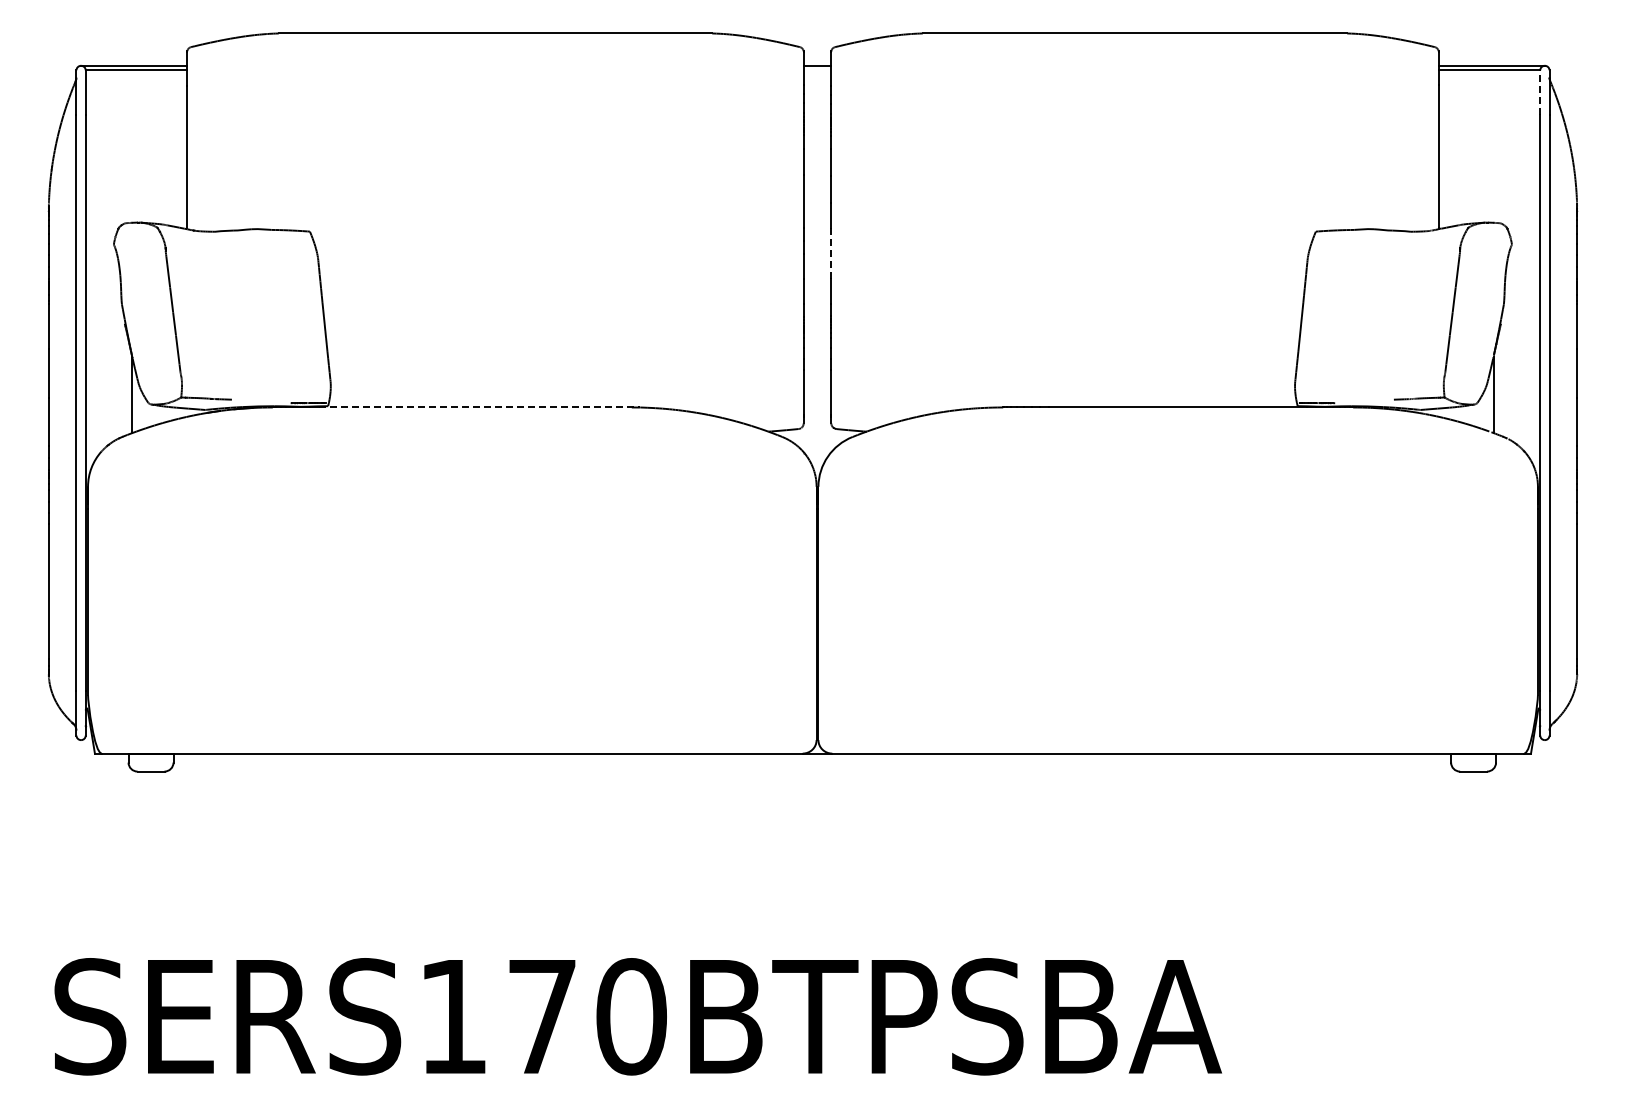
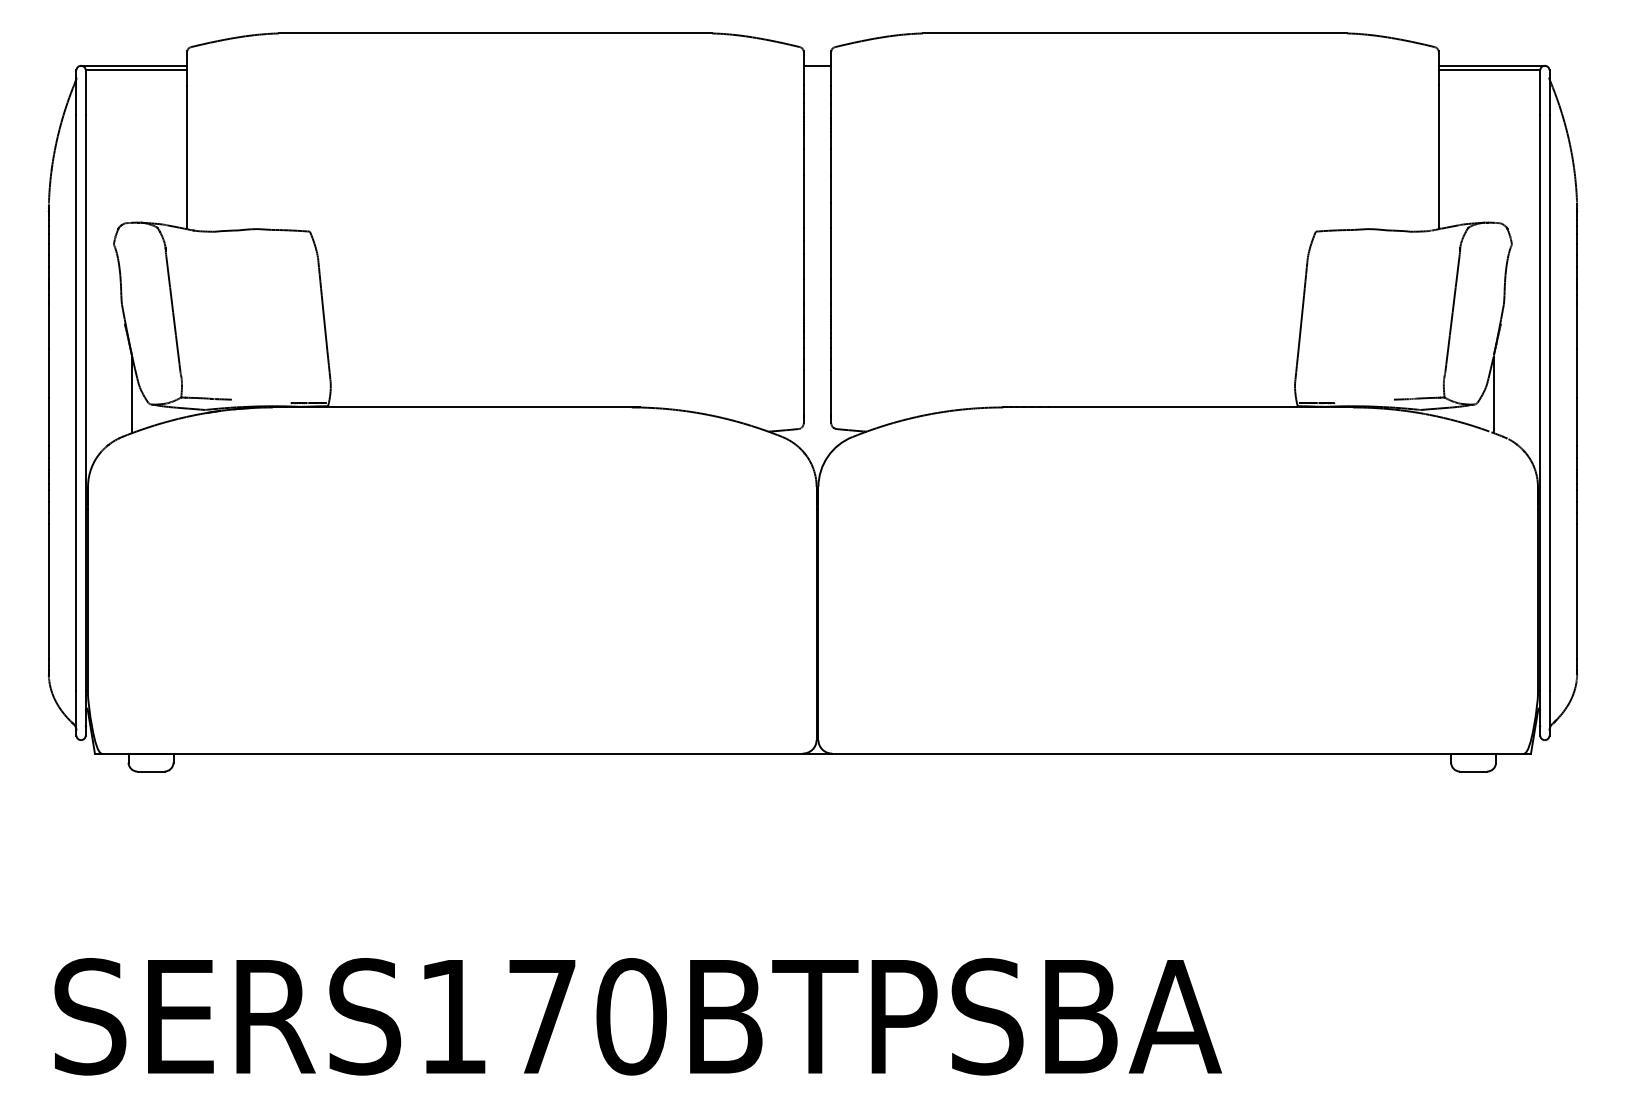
line at (1540, 92): dashed -> solid
line at (831, 253): dashed -> solid
line at (479, 407): dashed -> solid
